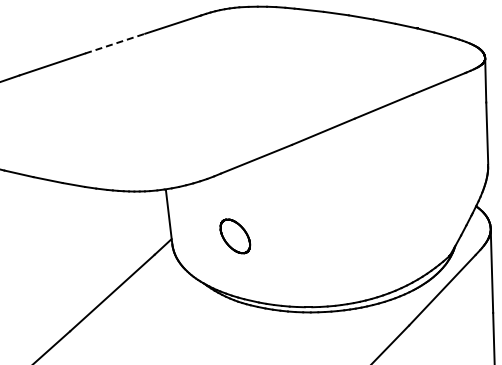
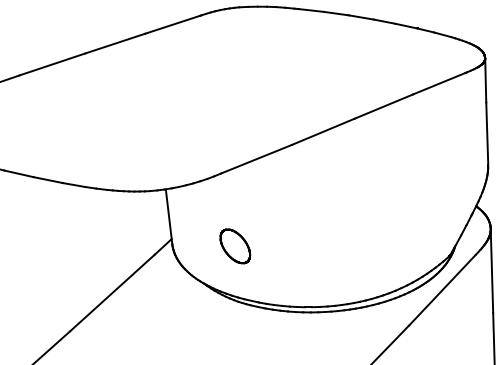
line at (115, 43): dashed -> solid
part at (235, 236) position: (235, 236) -> (235, 246)
